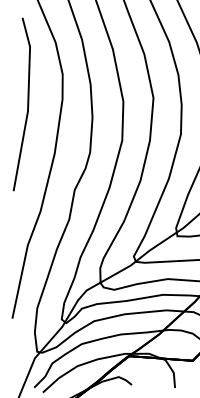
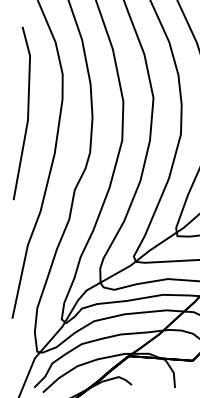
line at (27, 104) position: (27, 104) -> (27, 113)
